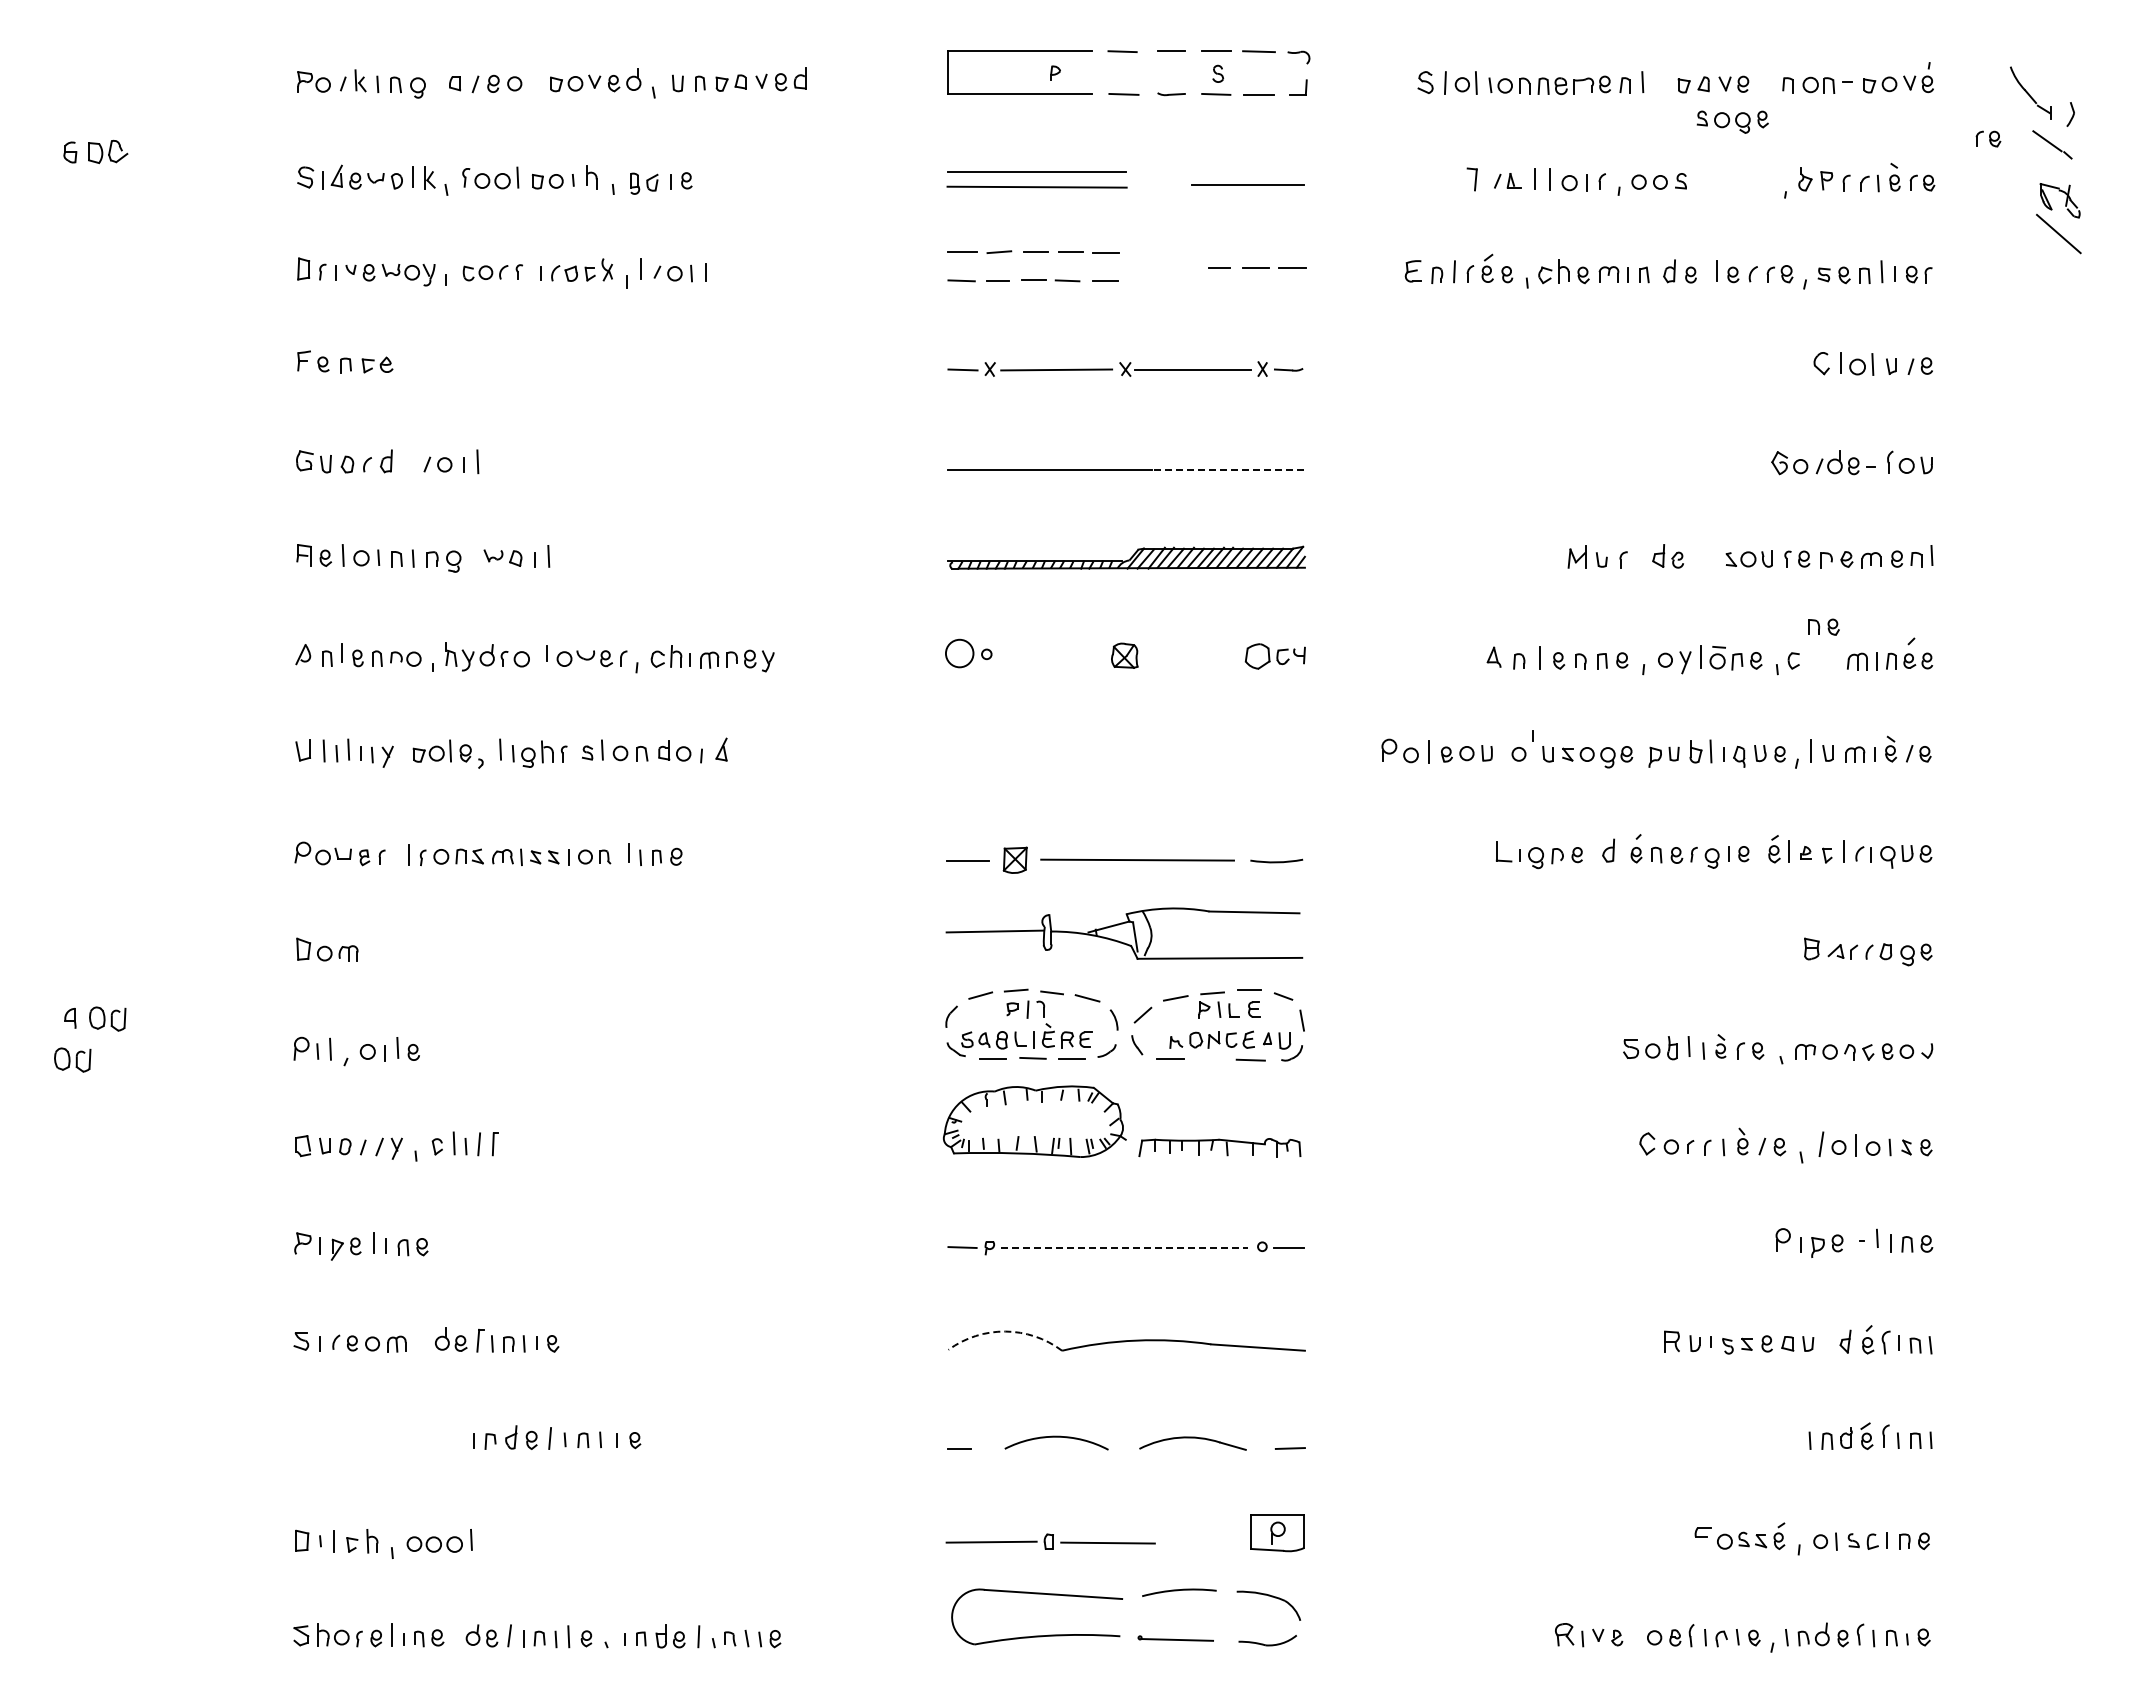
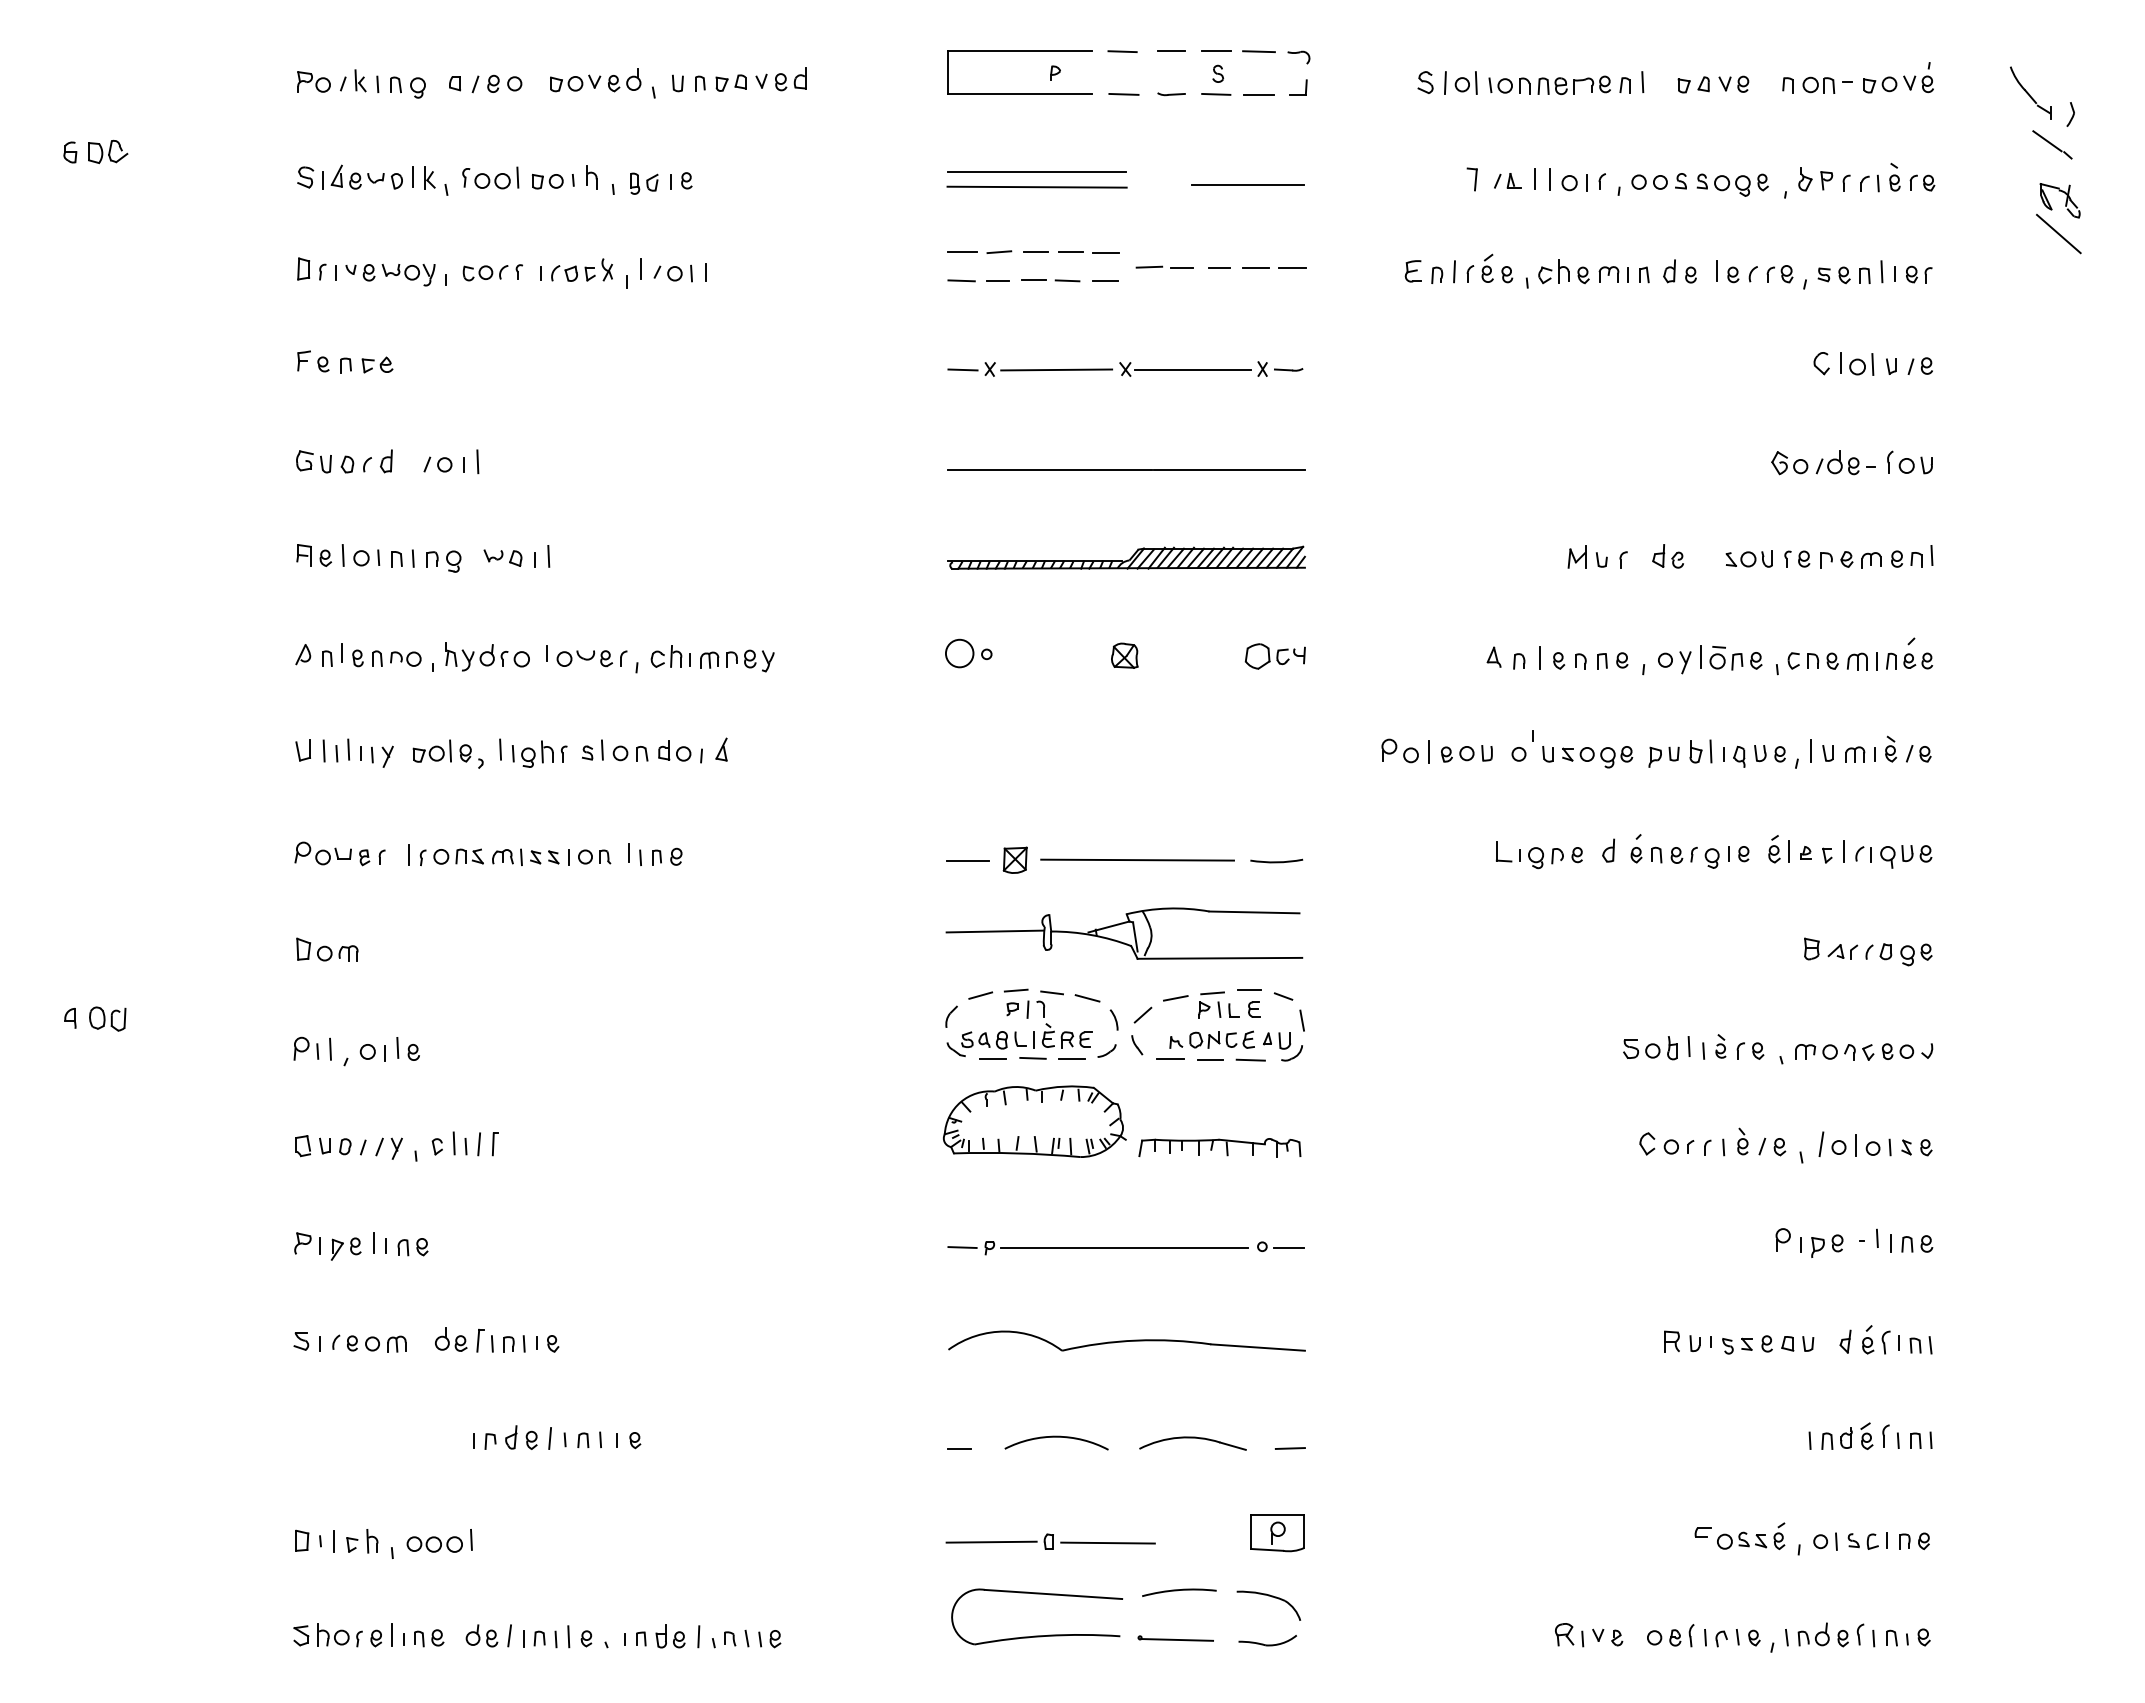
part at (1732, 121) position: (1732, 121) -> (1732, 184)
part at (1988, 138): present -> none
part at (1164, 266): none -> present
line at (1229, 470): dashed -> solid
part at (1823, 626) position: (1823, 626) -> (1822, 660)
part at (72, 1059): present -> none
line at (1210, 1059): none -> present
line at (1124, 1247): dashed -> solid
arc at (1005, 1331): dashed -> solid
